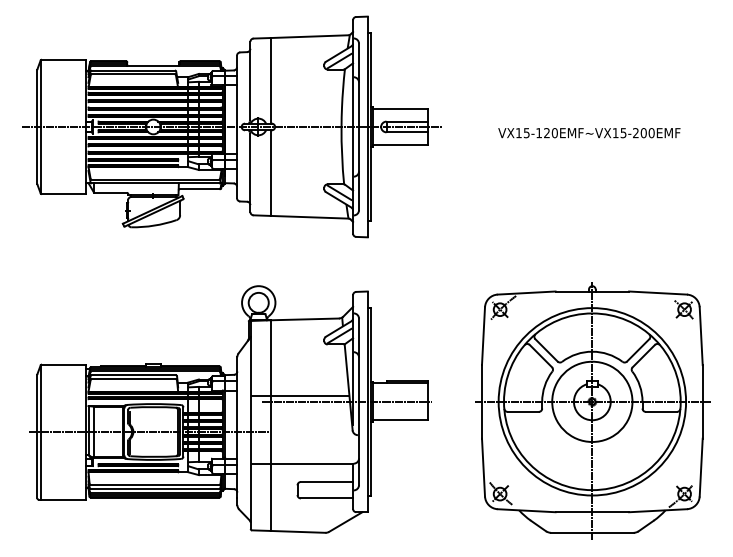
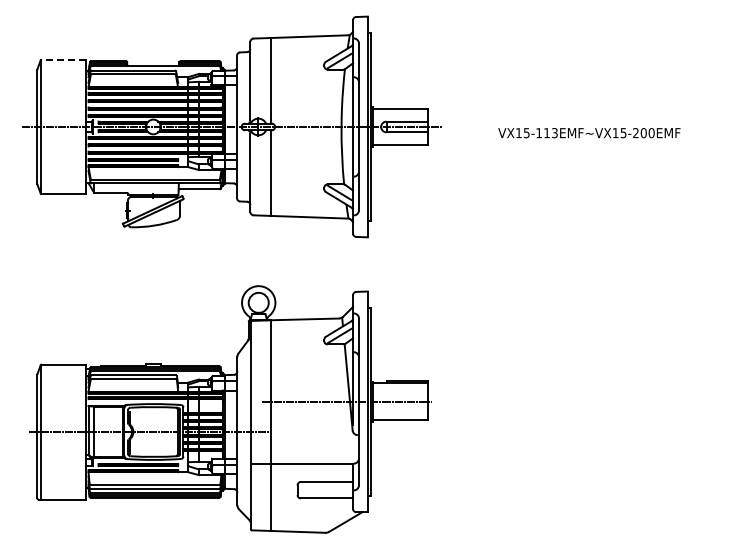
line at (63, 59): solid -> dashed
text at (550, 133): VX15-120EMF~VX15-200EMF -> VX15-113EMF~VX15-200EMF
line at (300, 396): present -> none
part at (592, 410): present -> none
